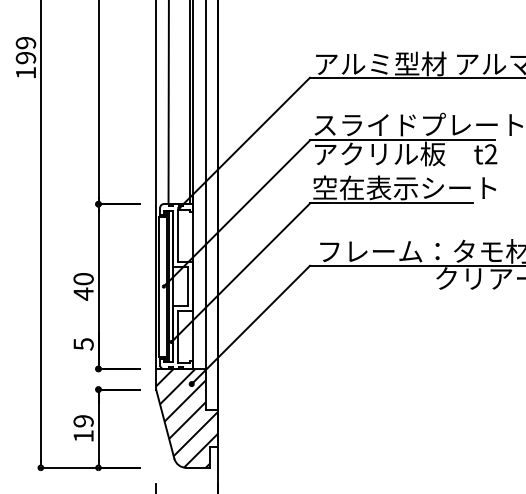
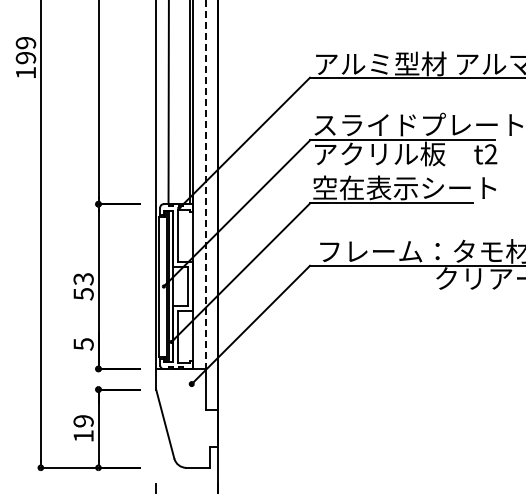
line at (205, 184): solid -> dashed
text at (83, 286): 40 -> 53
hatch at (186, 417): present -> none
